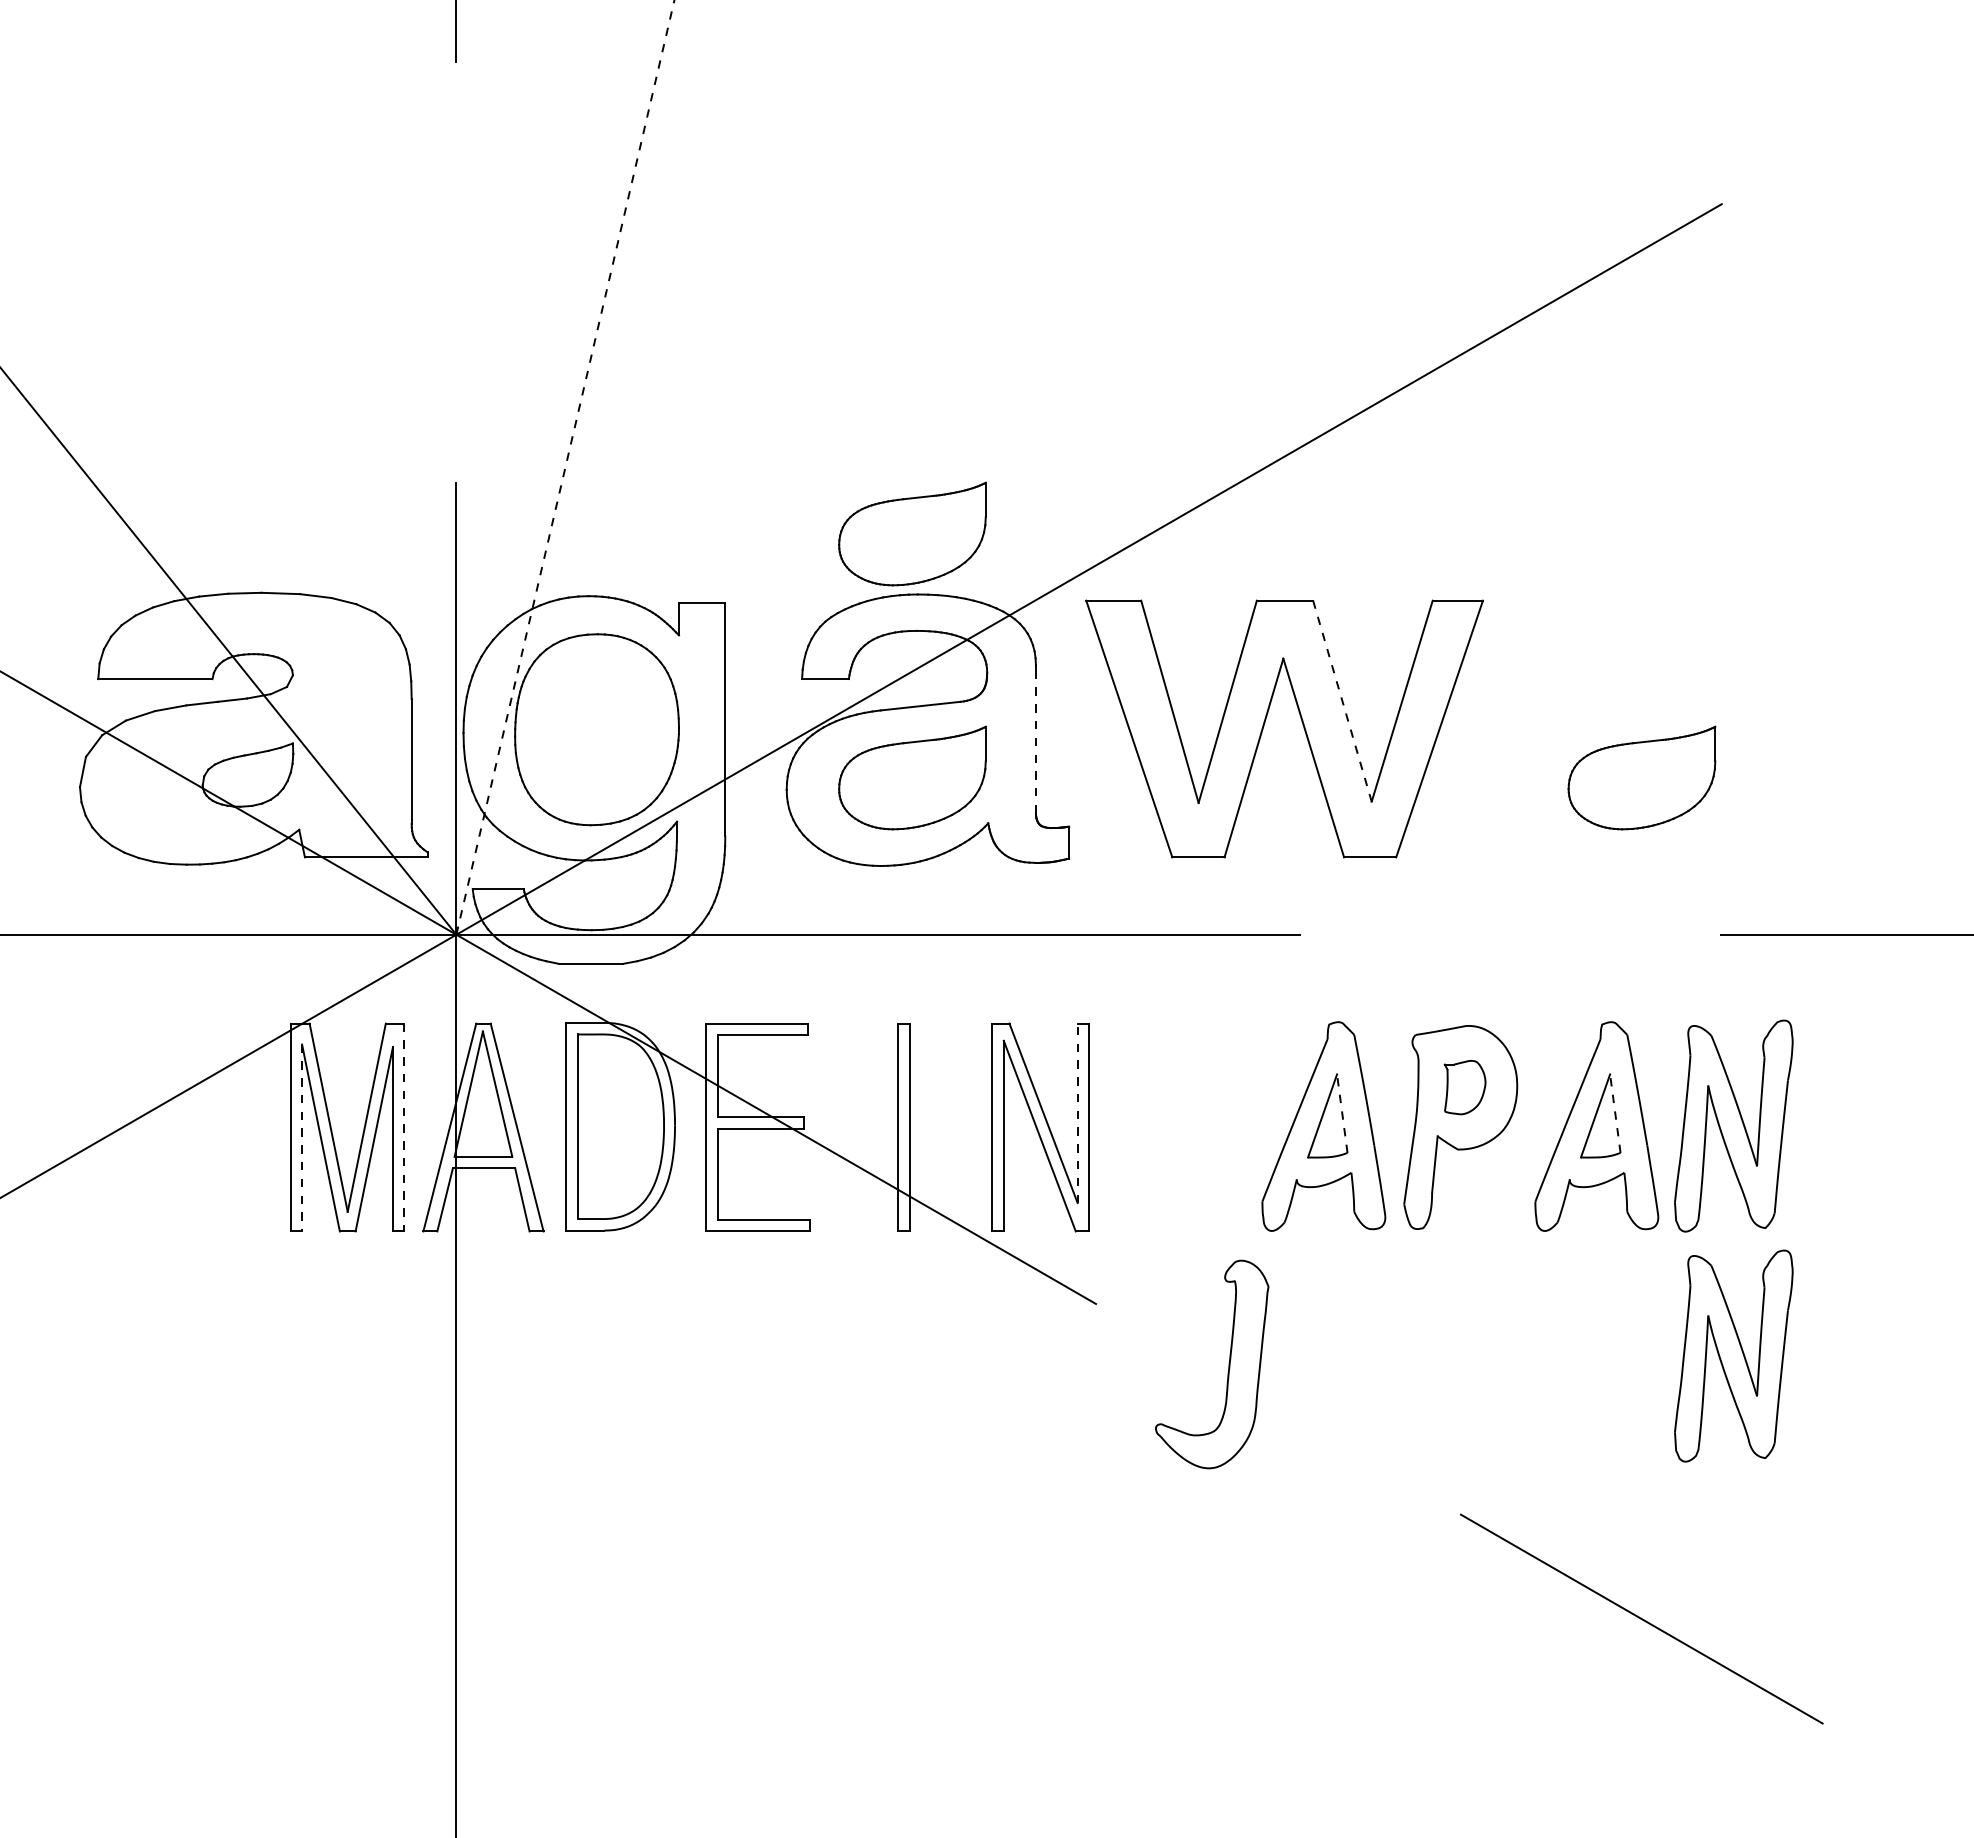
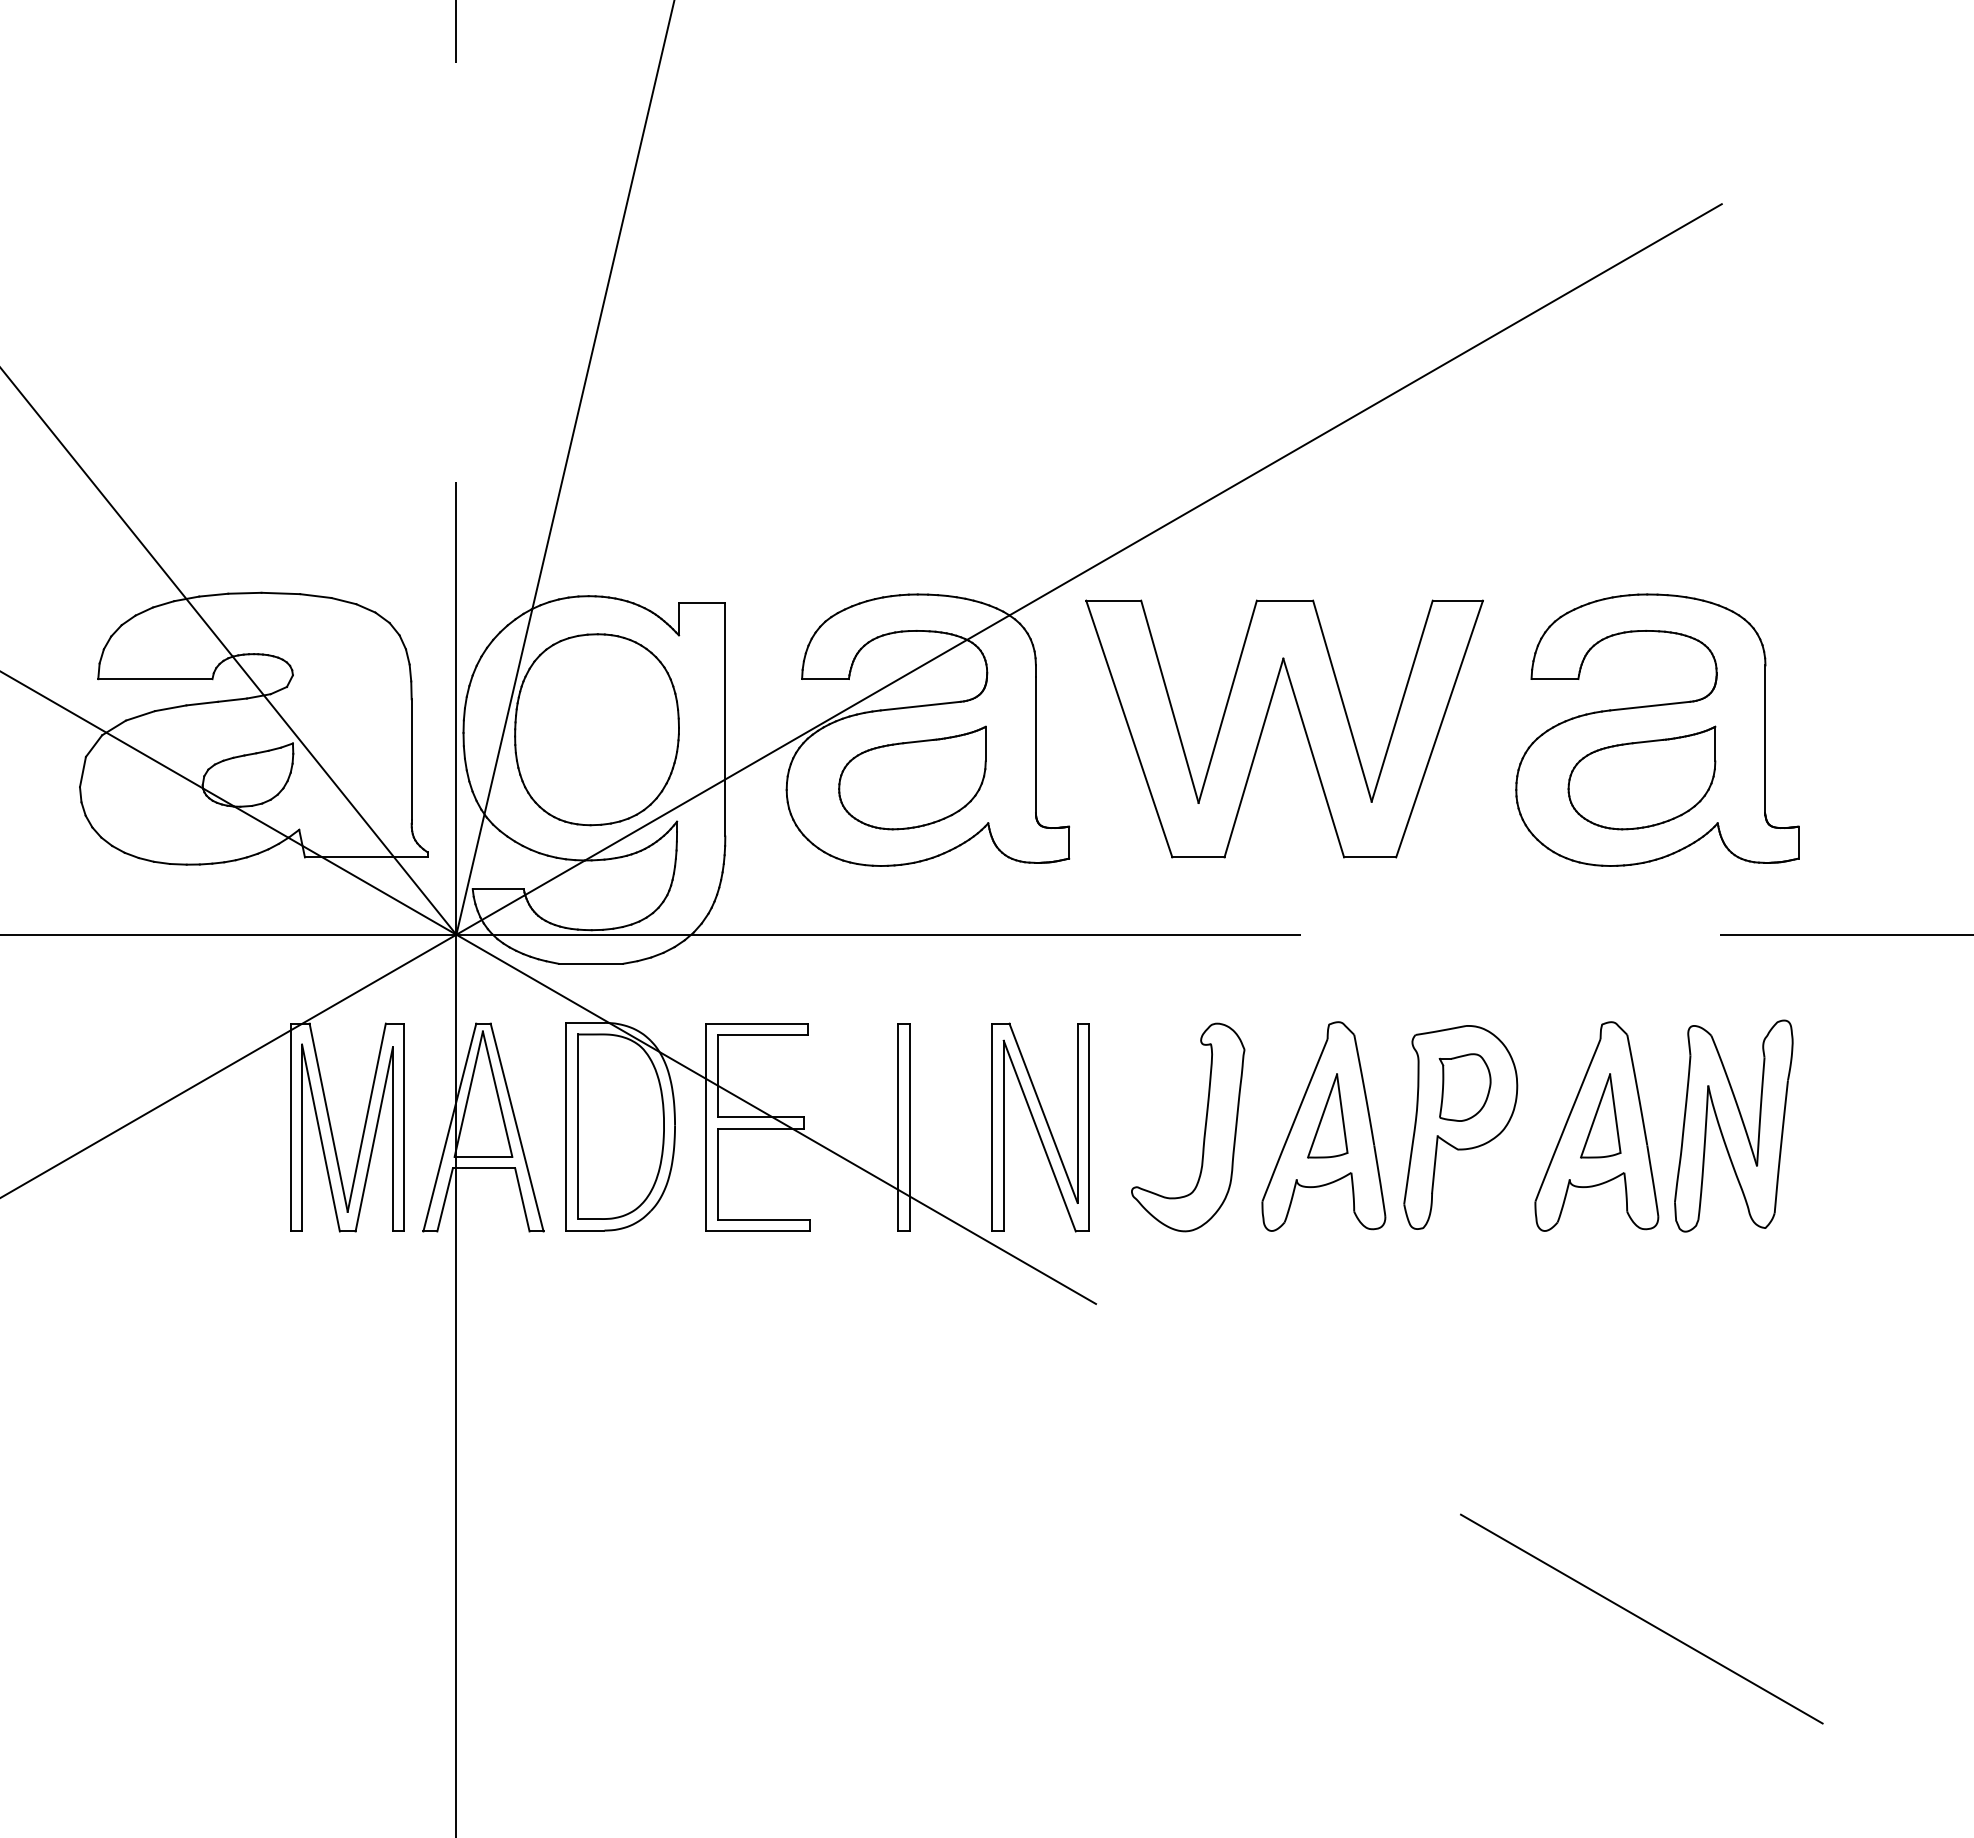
line at (565, 467): dashed -> solid
part at (912, 533): present -> none
line at (1342, 701): dashed -> solid
part at (1657, 729): none -> present
line at (1035, 744): dashed -> solid
part at (1464, 1087) size: 44x57 px -> 54x69 px
line at (1077, 1113): dashed -> solid
line at (1342, 1113): dashed -> solid
line at (1615, 1113): dashed -> solid
line at (404, 1127): dashed -> solid
line at (302, 1138): dashed -> solid
part at (1733, 1355): present -> none
part at (1228, 1364) position: (1228, 1364) -> (1204, 1127)
